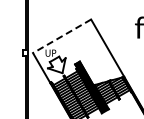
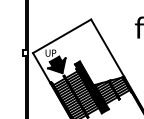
line at (62, 36): dashed -> solid
fill at (56, 64): none -> present
